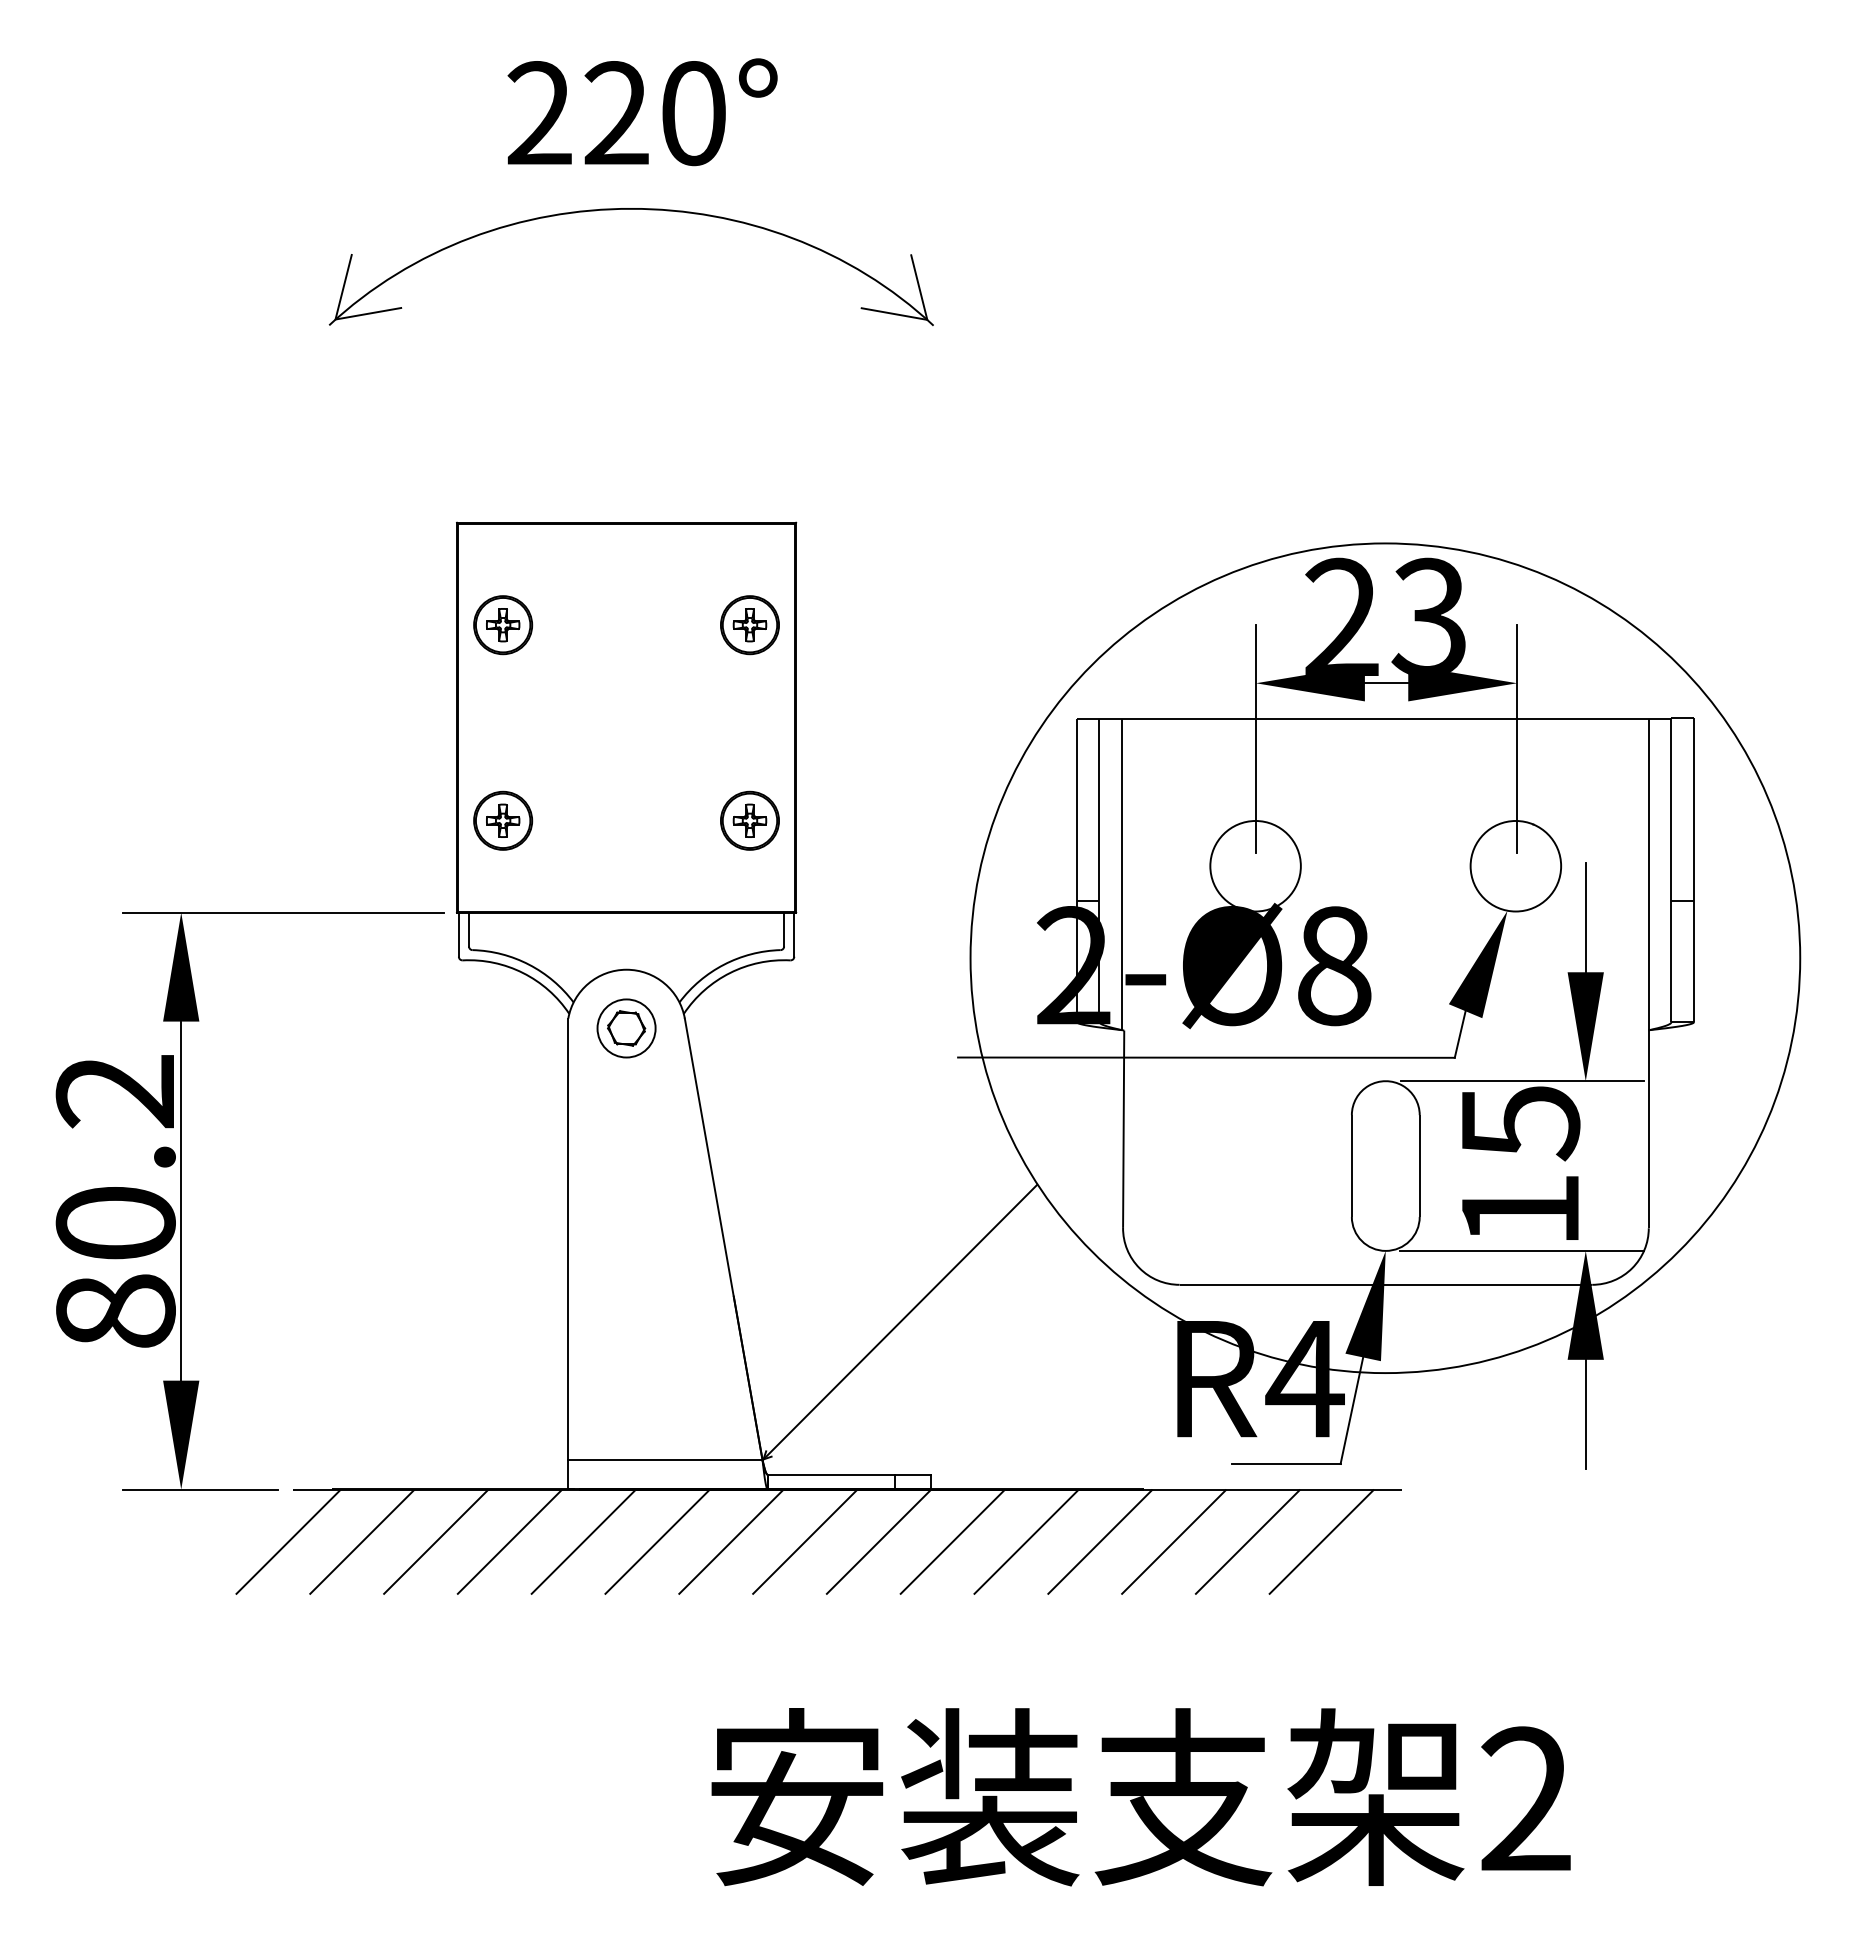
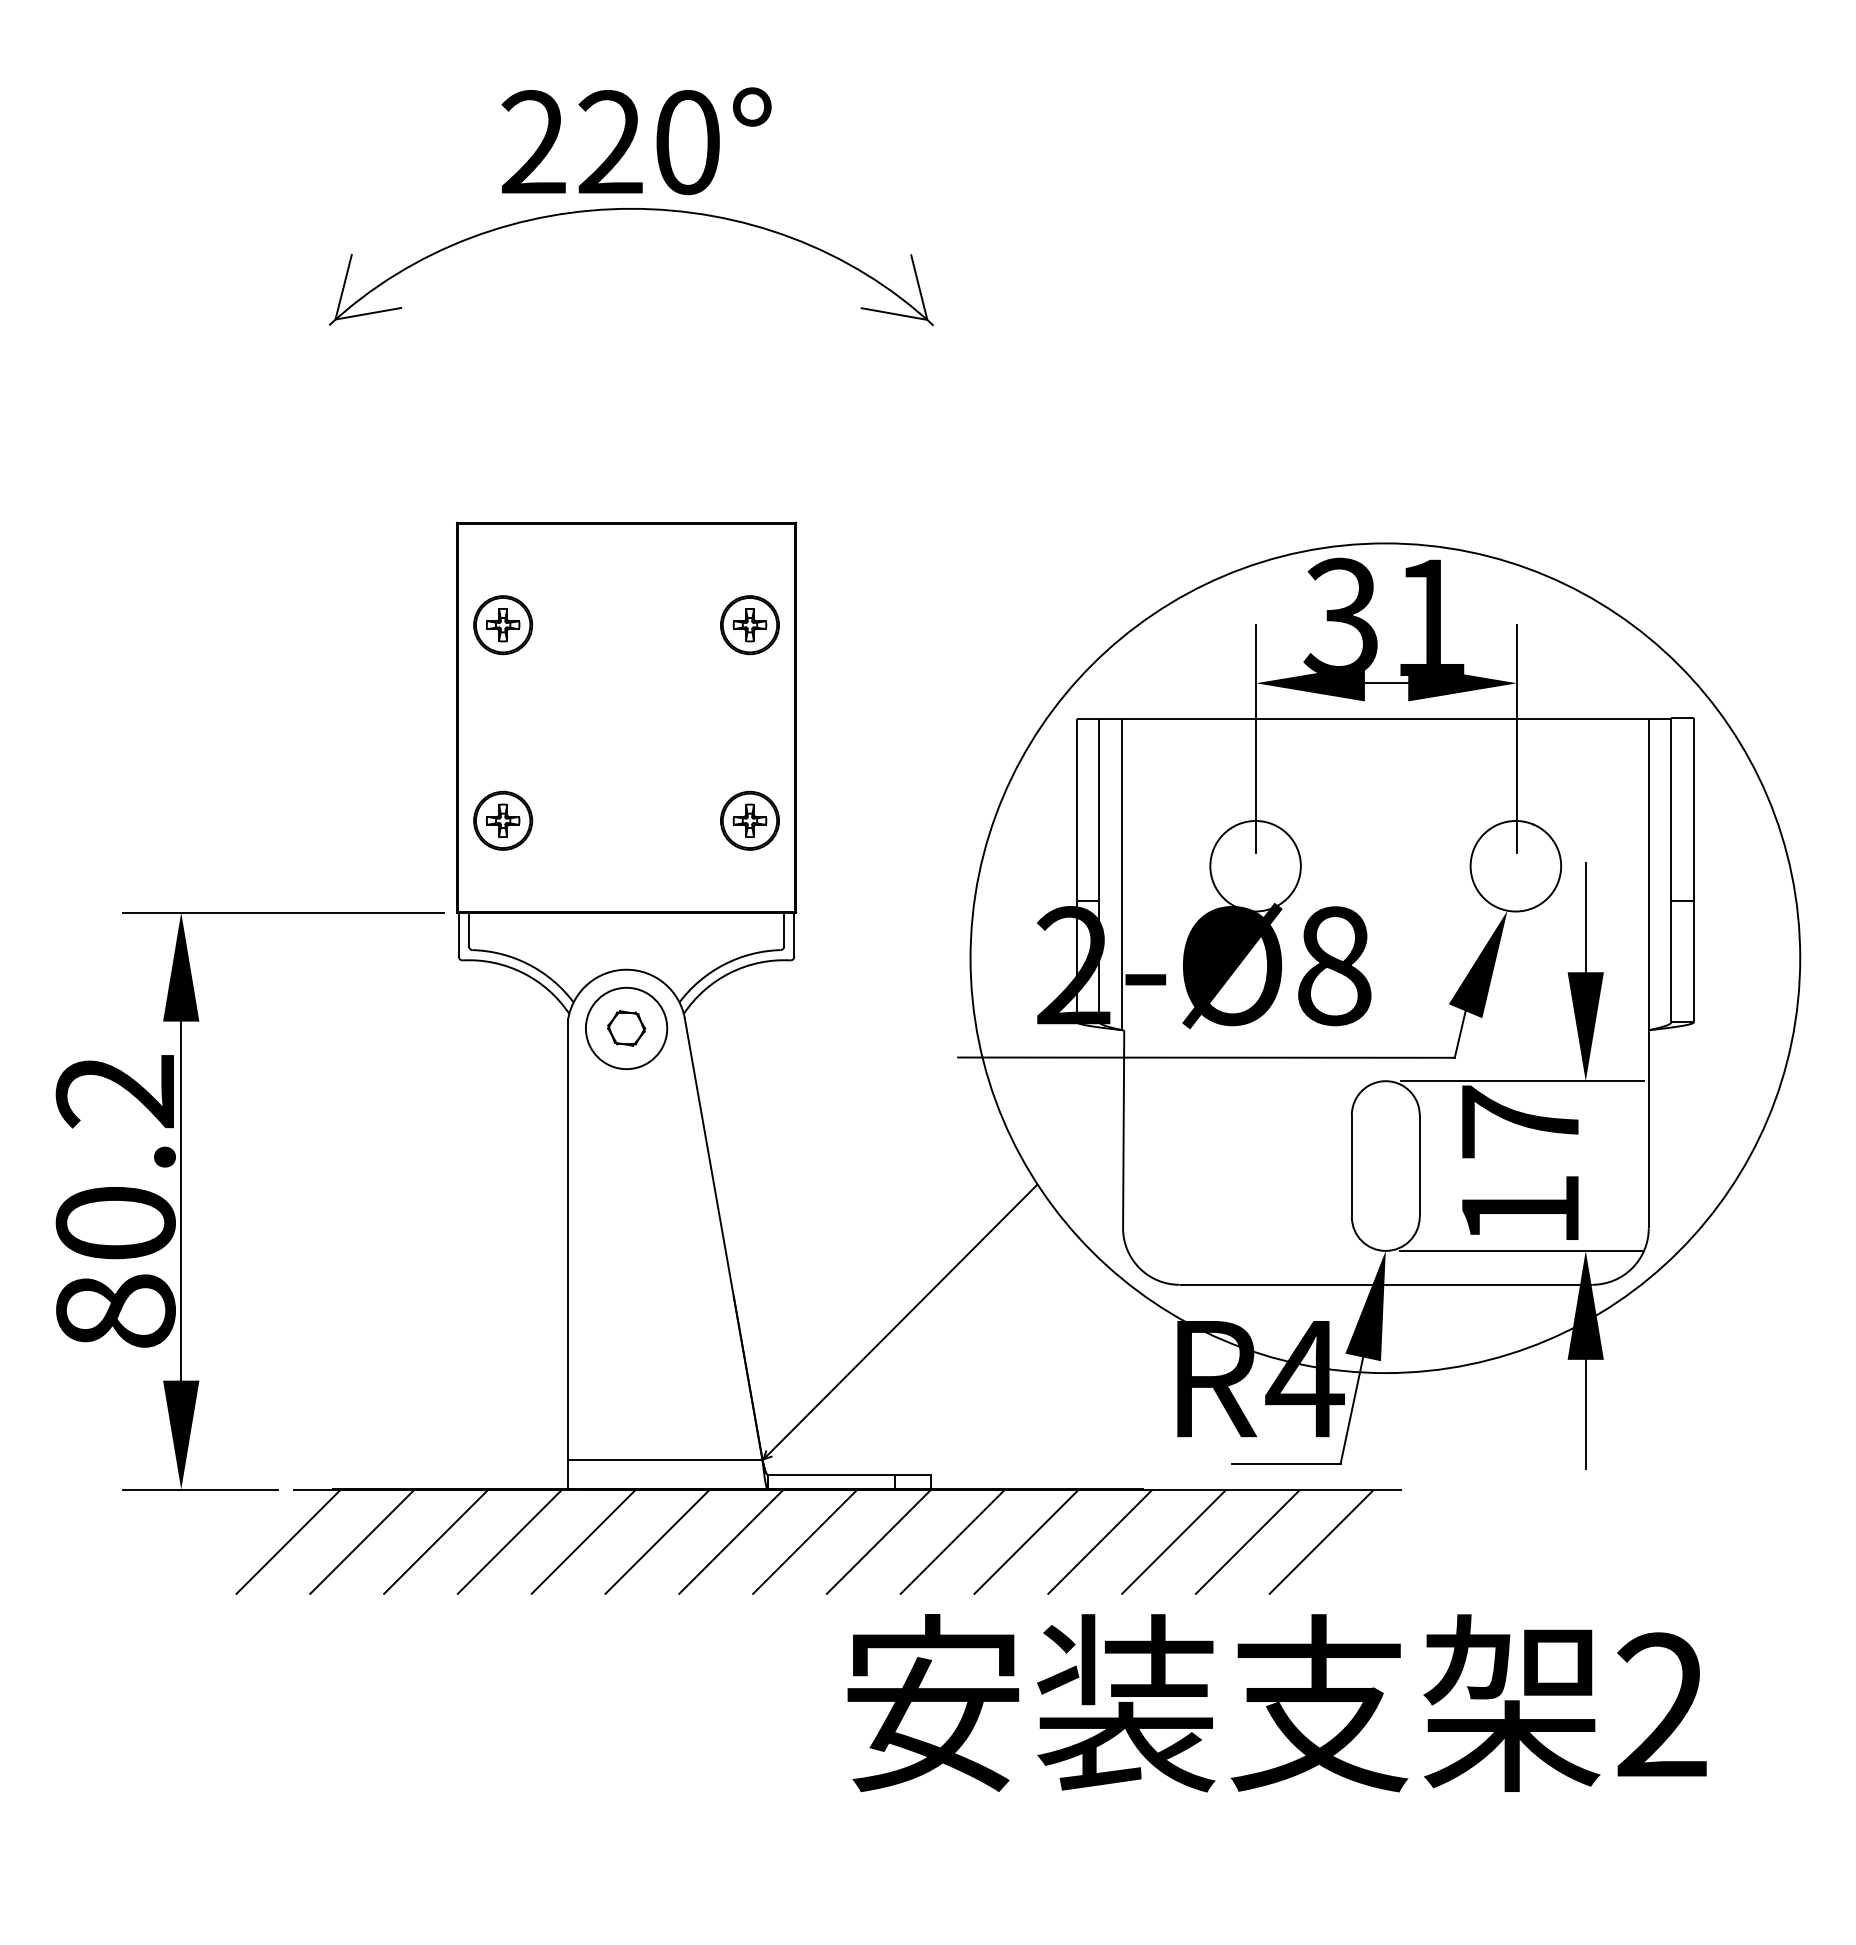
text at (642, 112) position: (642, 112) -> (636, 141)
text at (1384, 616): 23 -> 31
circle at (626, 1028) diameter: 58 px -> 81 px
text at (1521, 1123): 15 -> 17
text at (1140, 1797) position: (1140, 1797) -> (1276, 1703)
